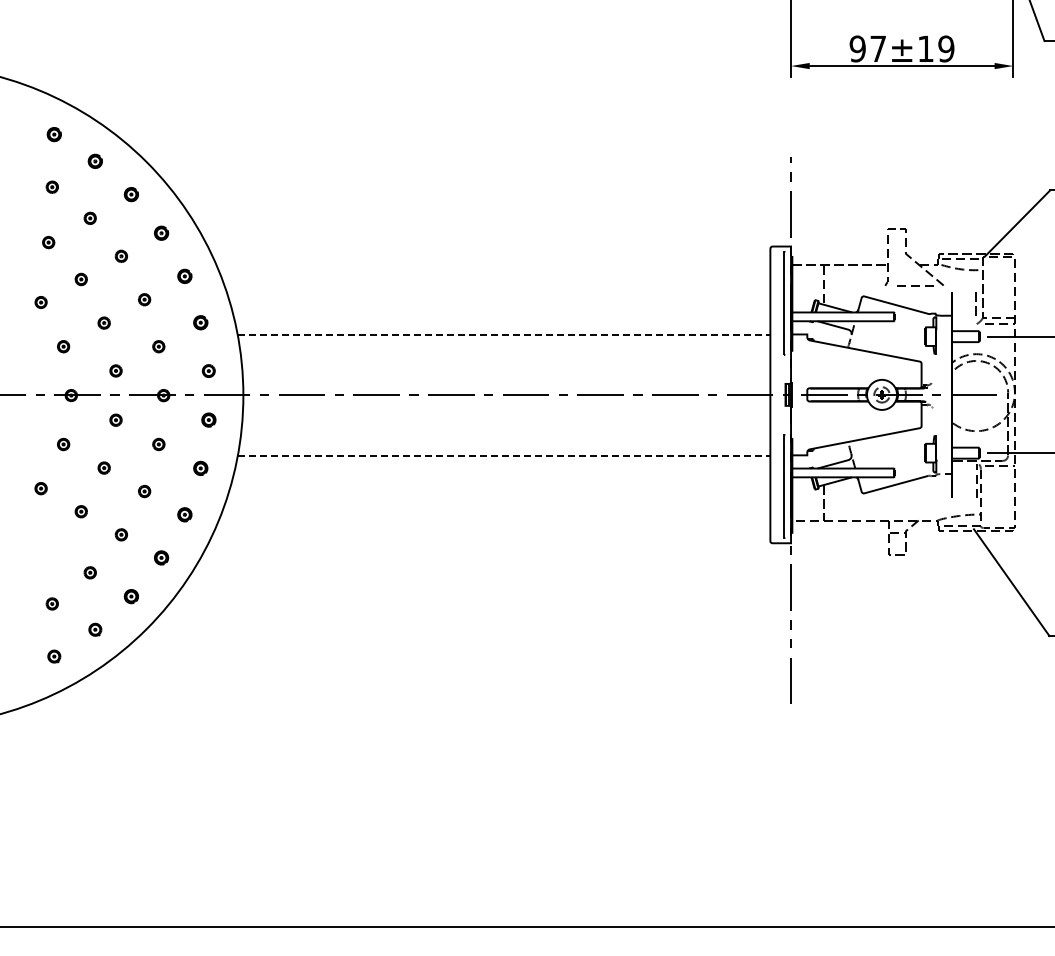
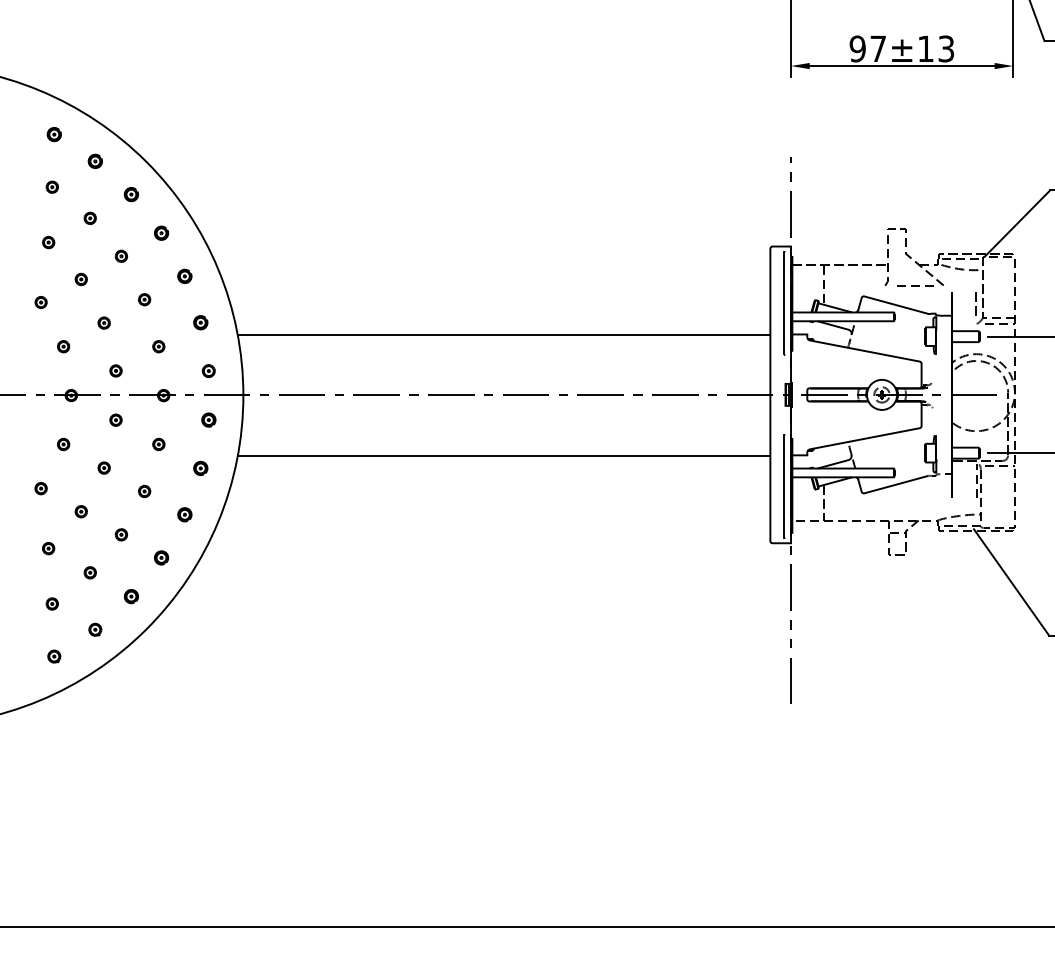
text at (946, 48): 97±19 -> 97±13
line at (504, 335): dashed -> solid
line at (504, 456): dashed -> solid
part at (48, 548): none -> present
